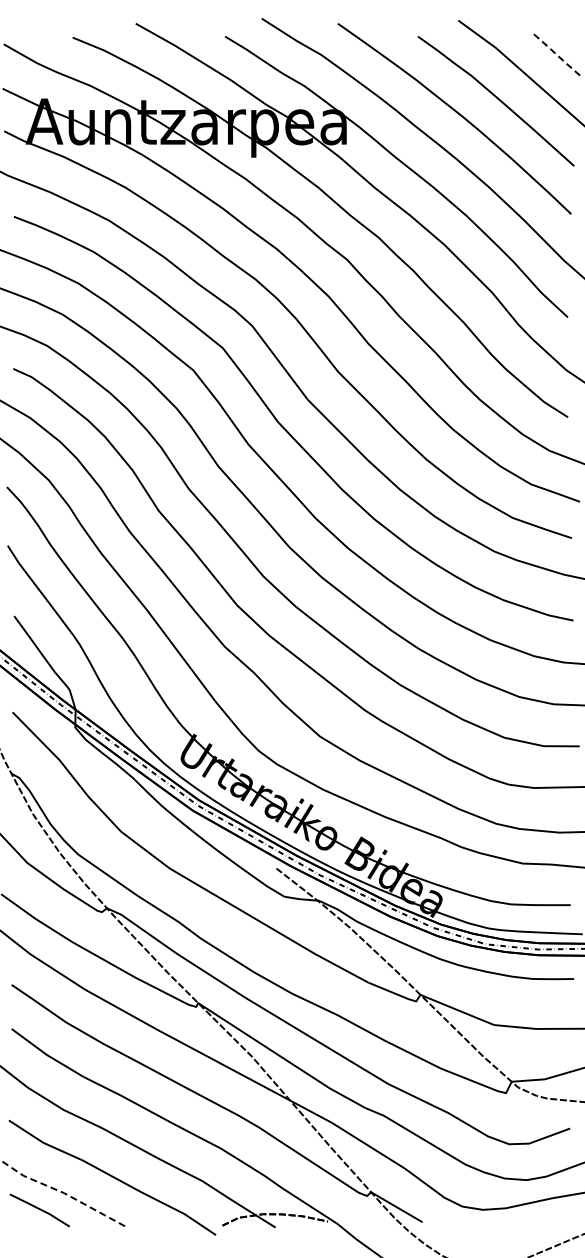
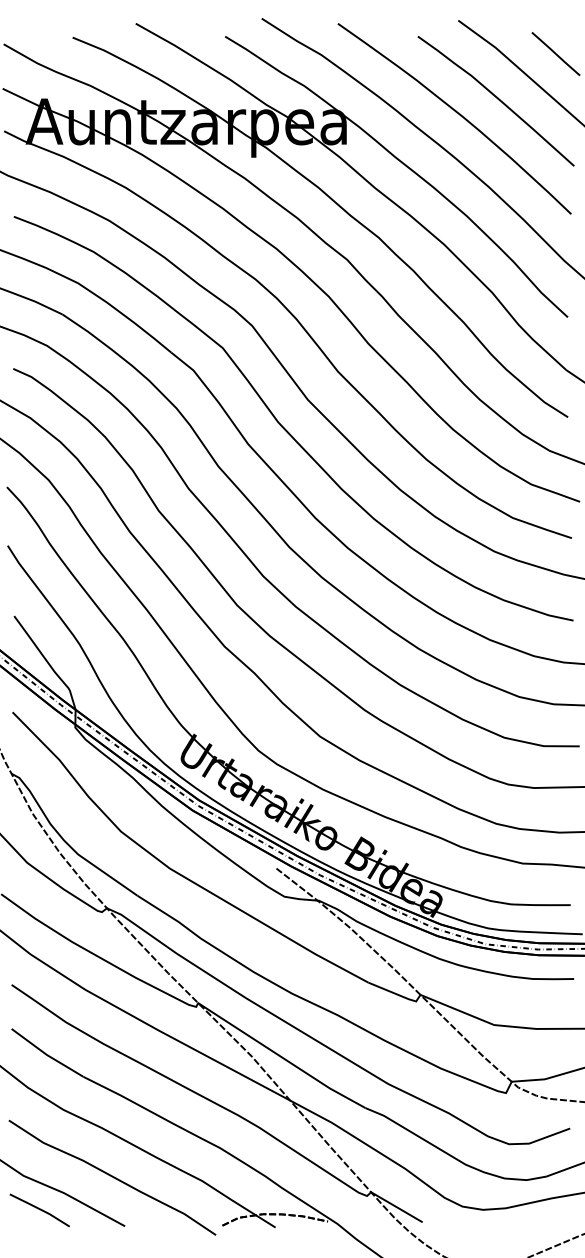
line at (556, 54): dashed -> solid
line at (62, 1192): dashed -> solid
